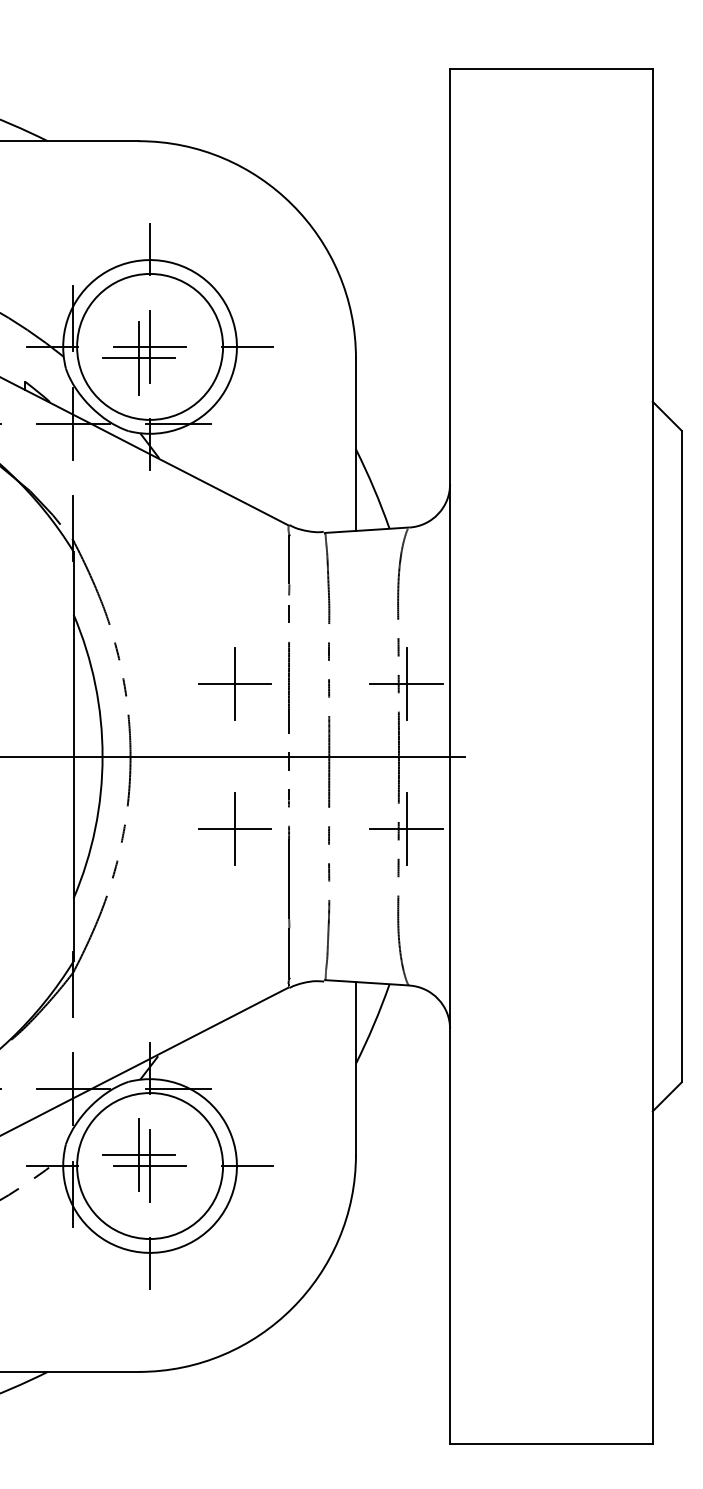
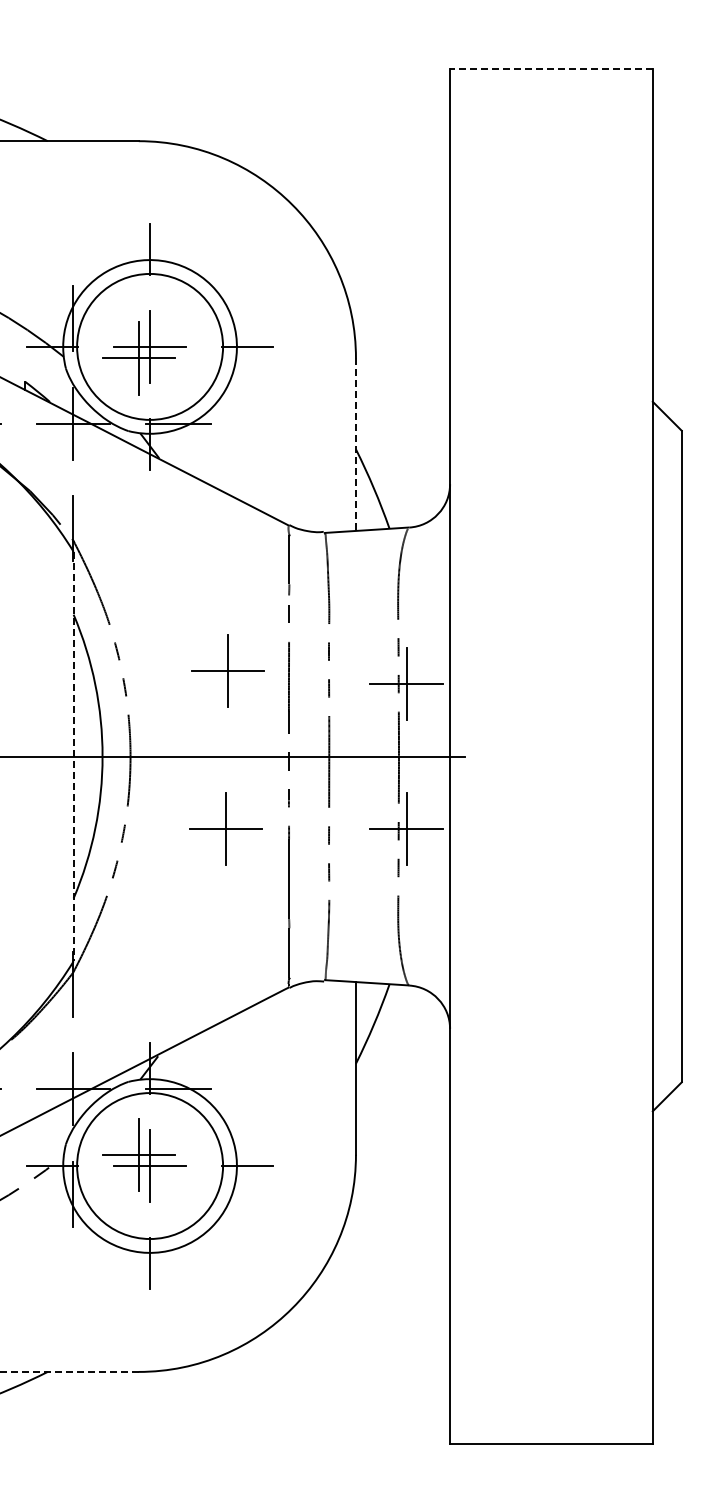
line at (550, 68): solid -> dashed
line at (355, 445): solid -> dashed
part at (234, 683) position: (234, 683) -> (227, 670)
line at (73, 756): solid -> dashed
part at (234, 828) position: (234, 828) -> (225, 828)
line at (69, 1371): solid -> dashed
